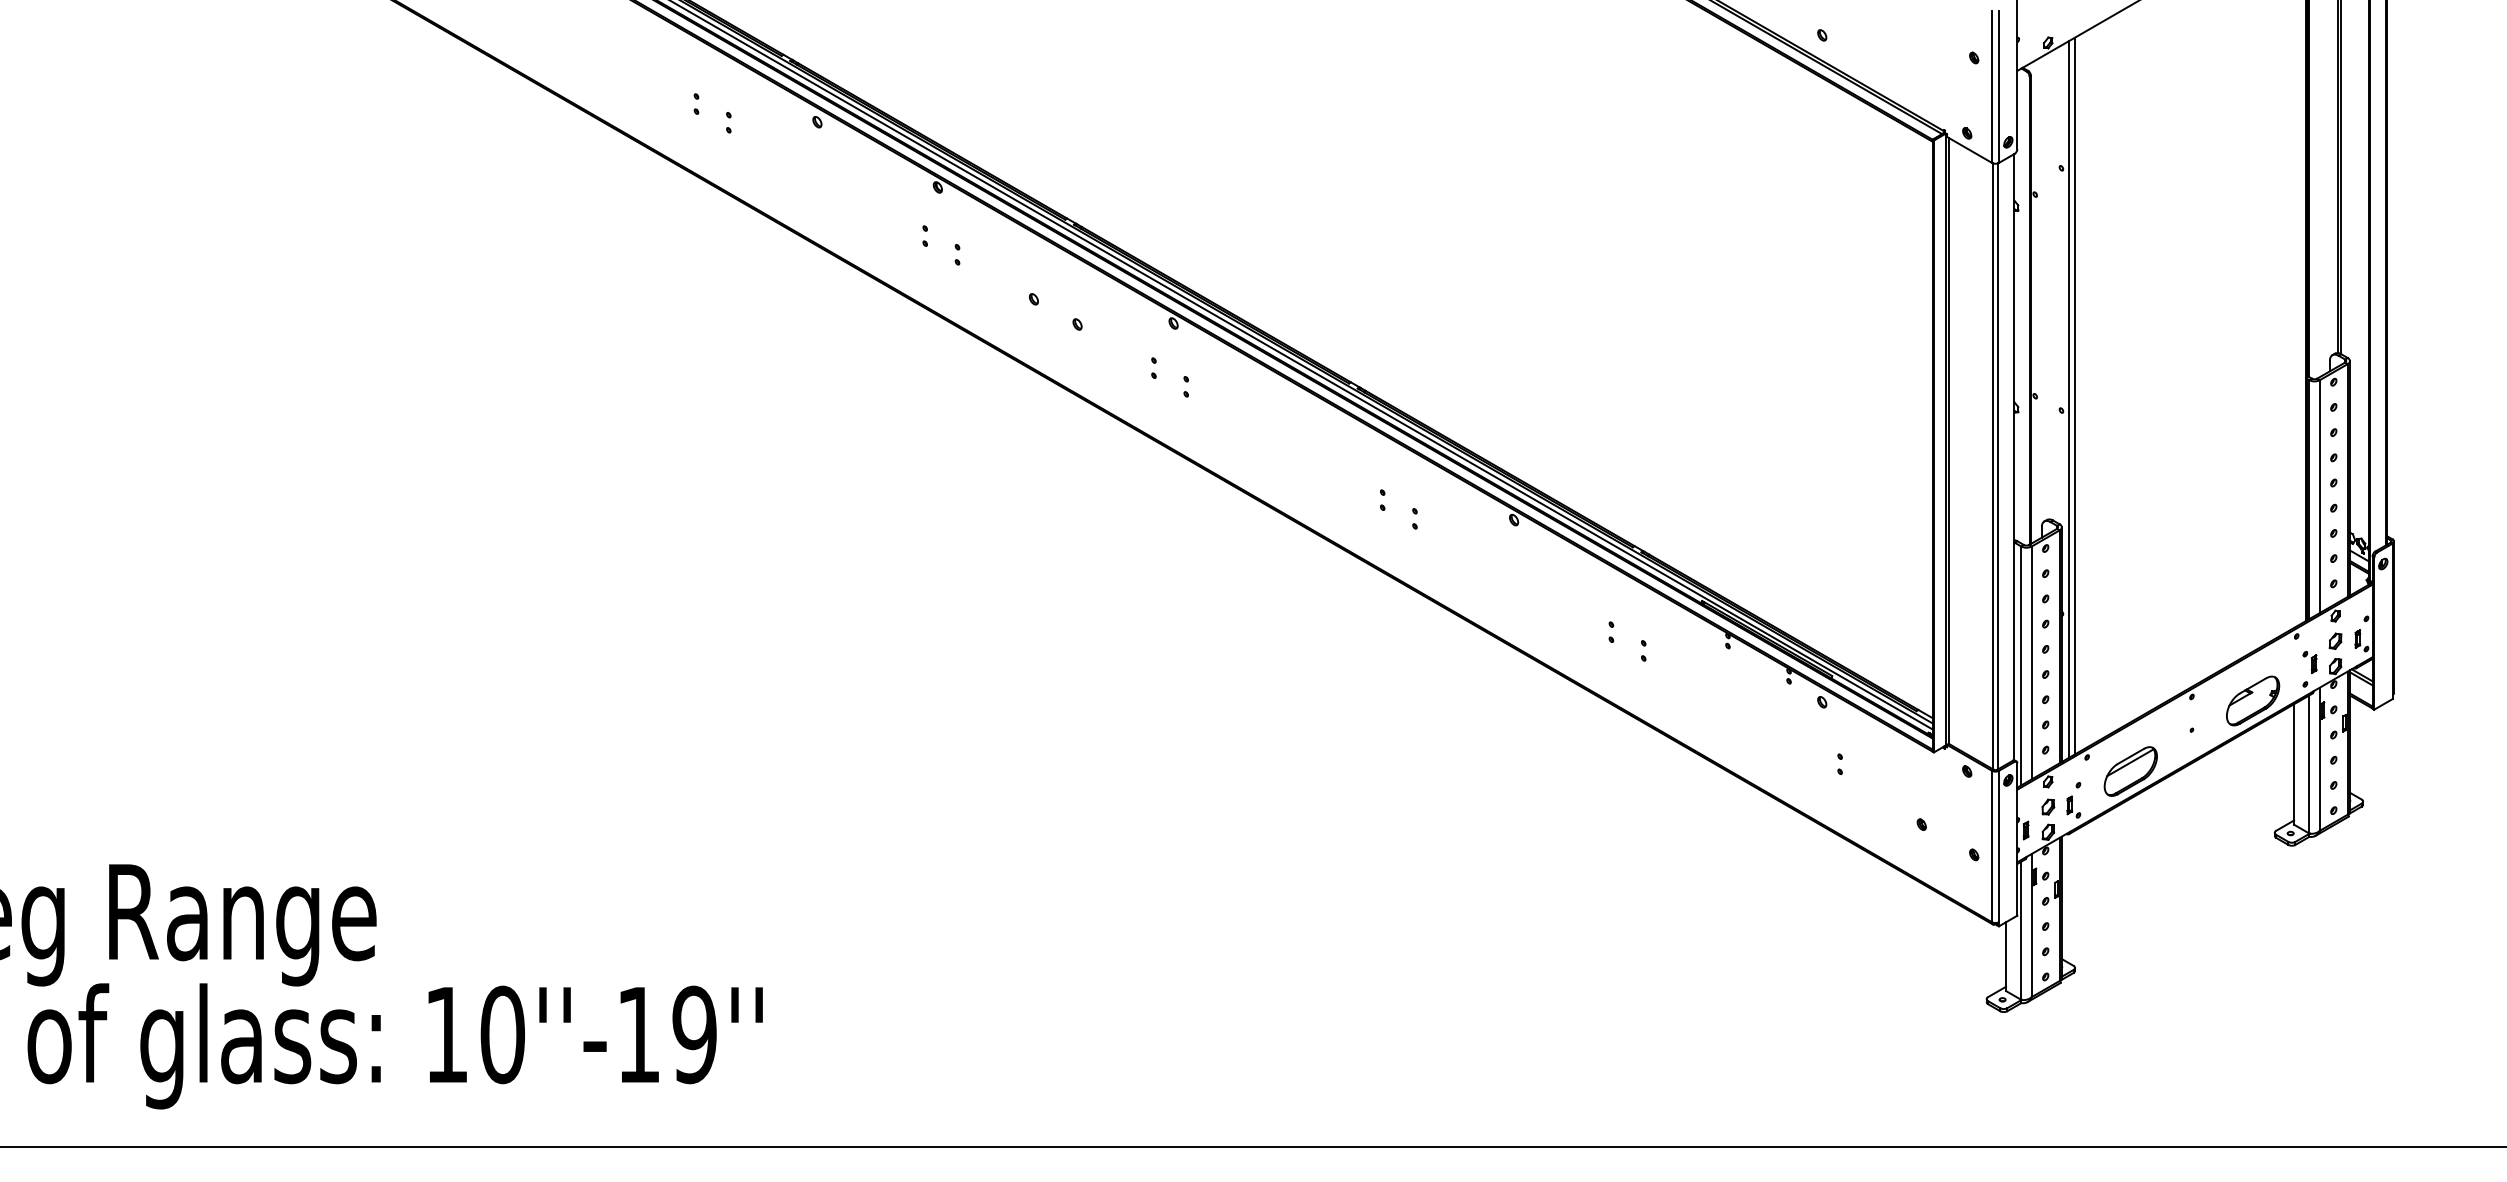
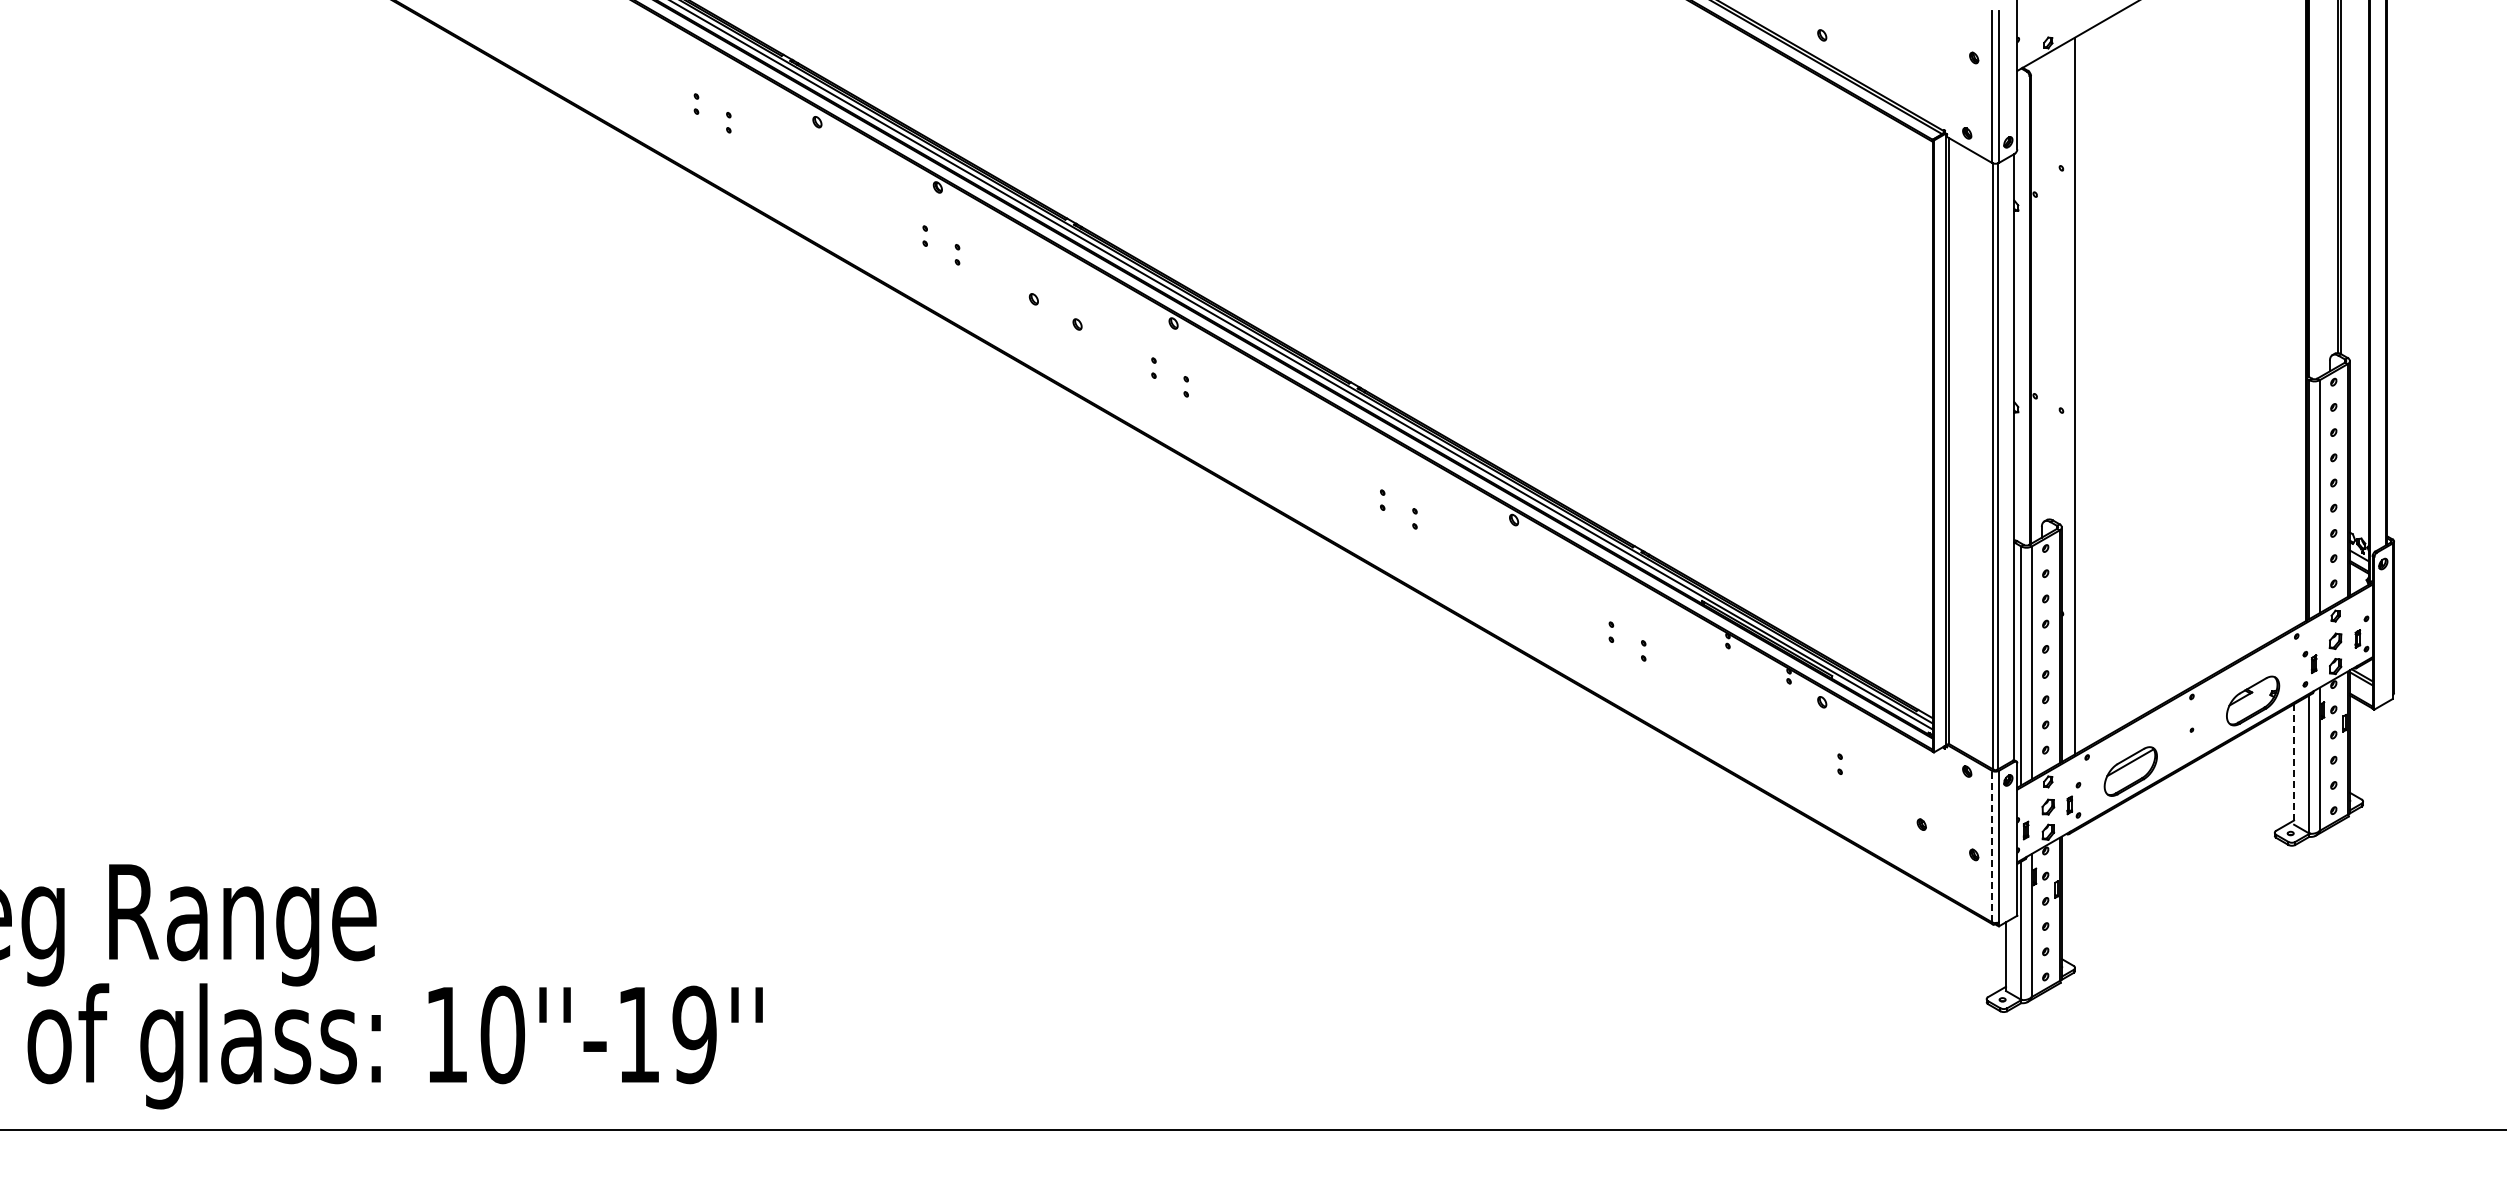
line at (2069, 398): present -> none
line at (2294, 764): solid -> dashed
line at (1992, 846): solid -> dashed
line at (1252, 1146) position: (1252, 1146) -> (1252, 1129)
